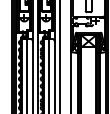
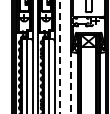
line at (59, 56): solid -> dashed
line at (71, 81): solid -> dashed
